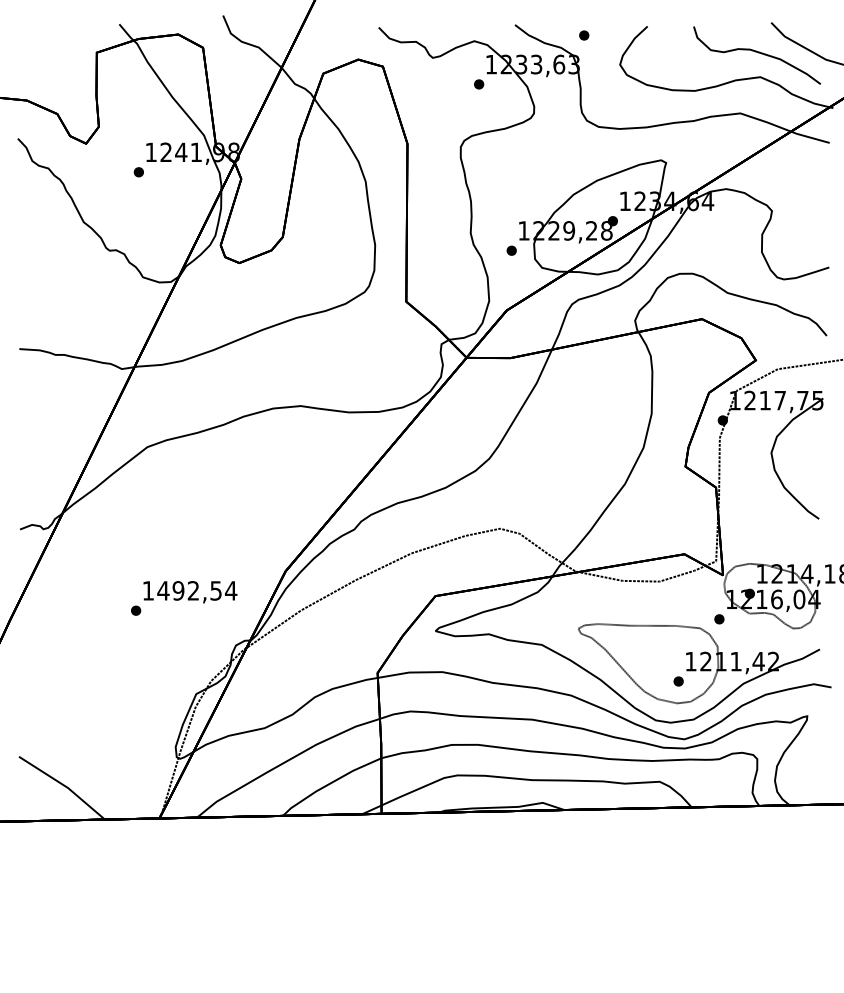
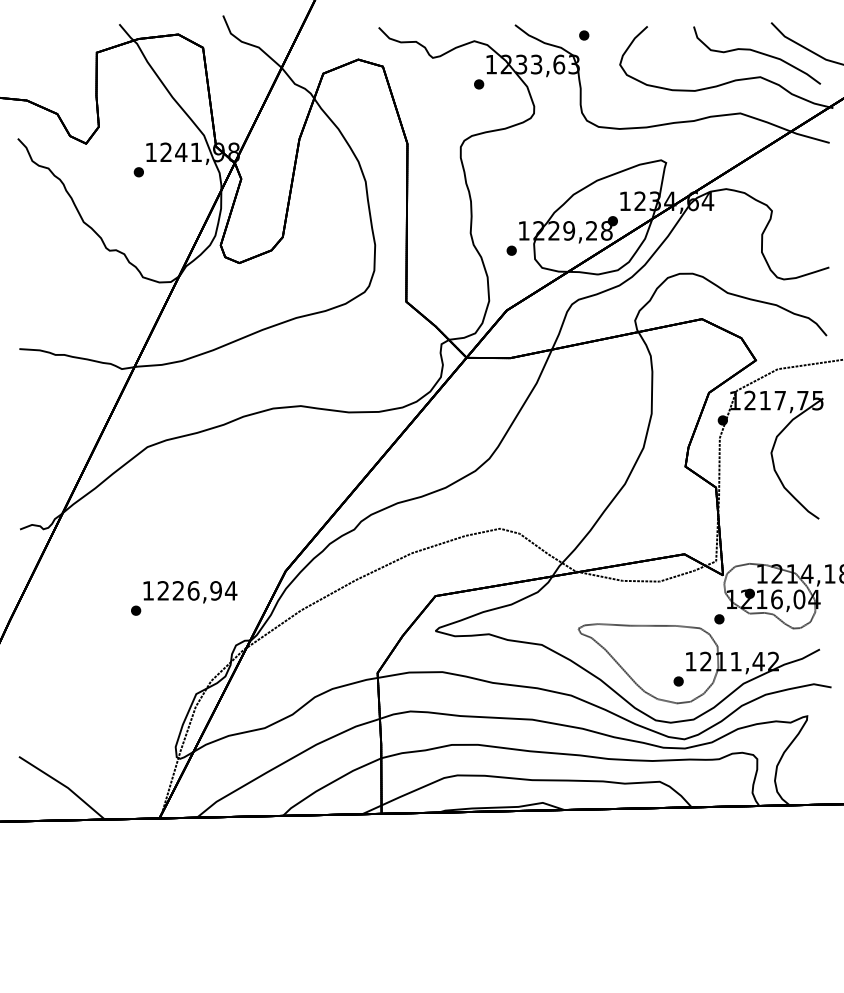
text at (189, 590): 1492,54 -> 1226,94
